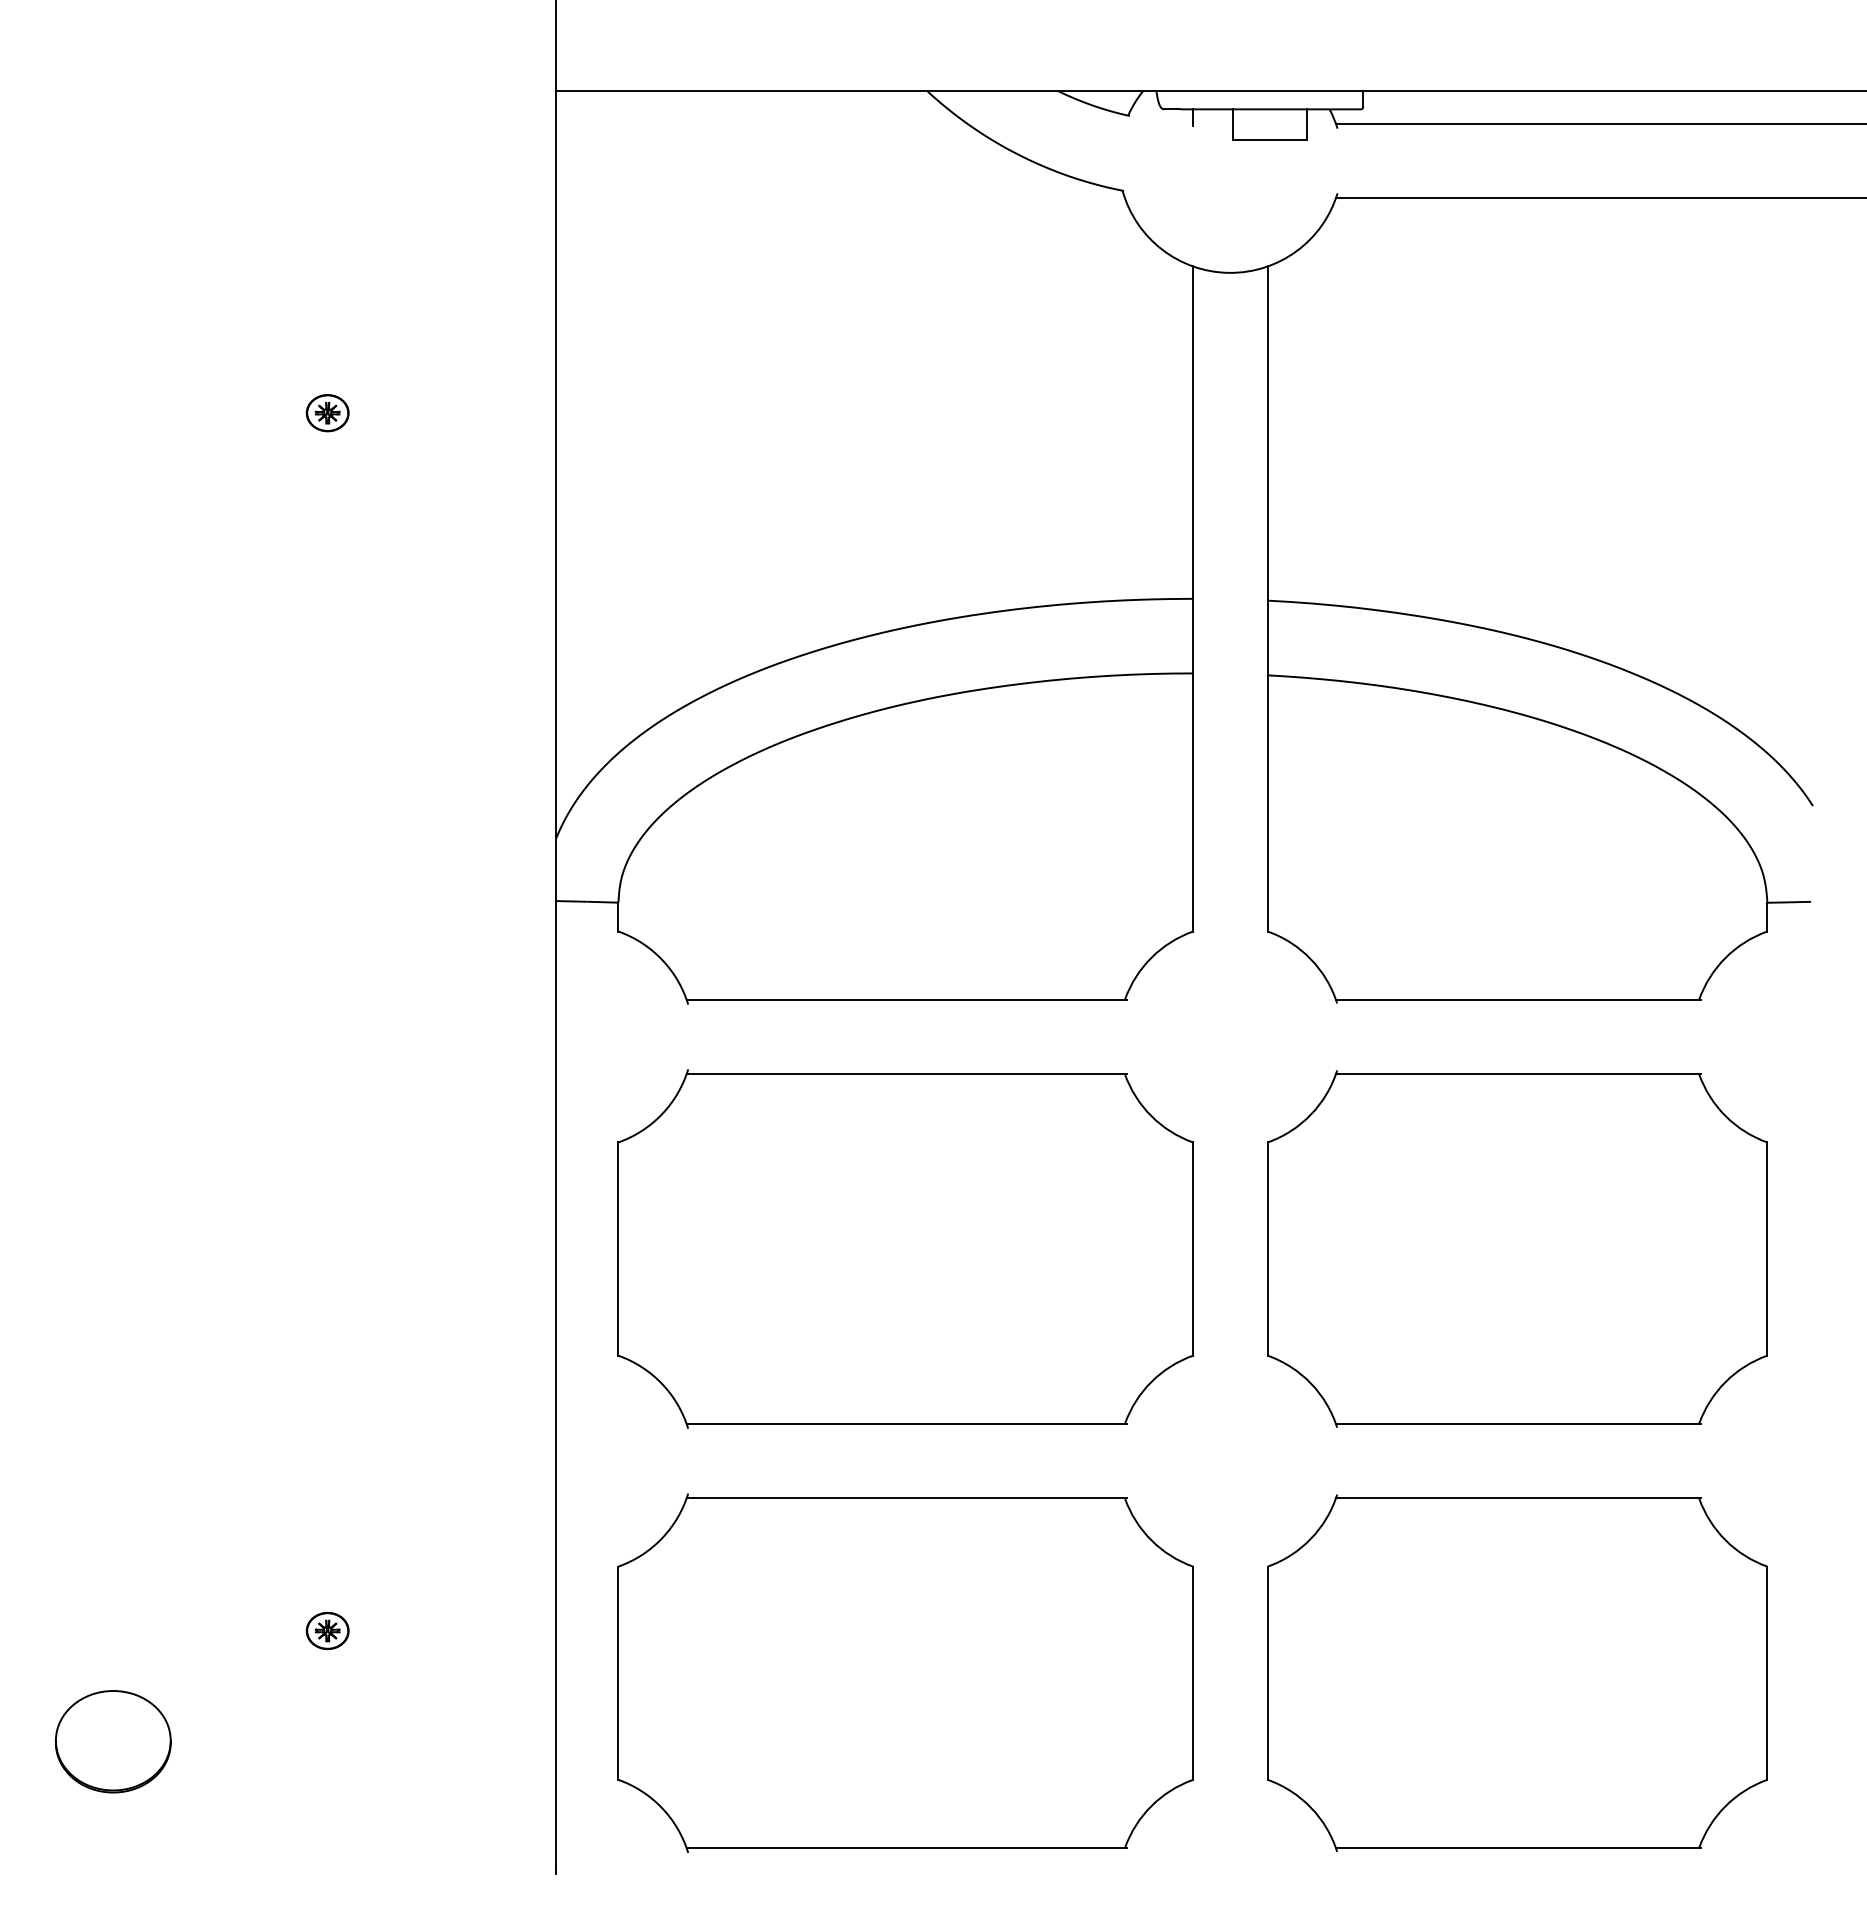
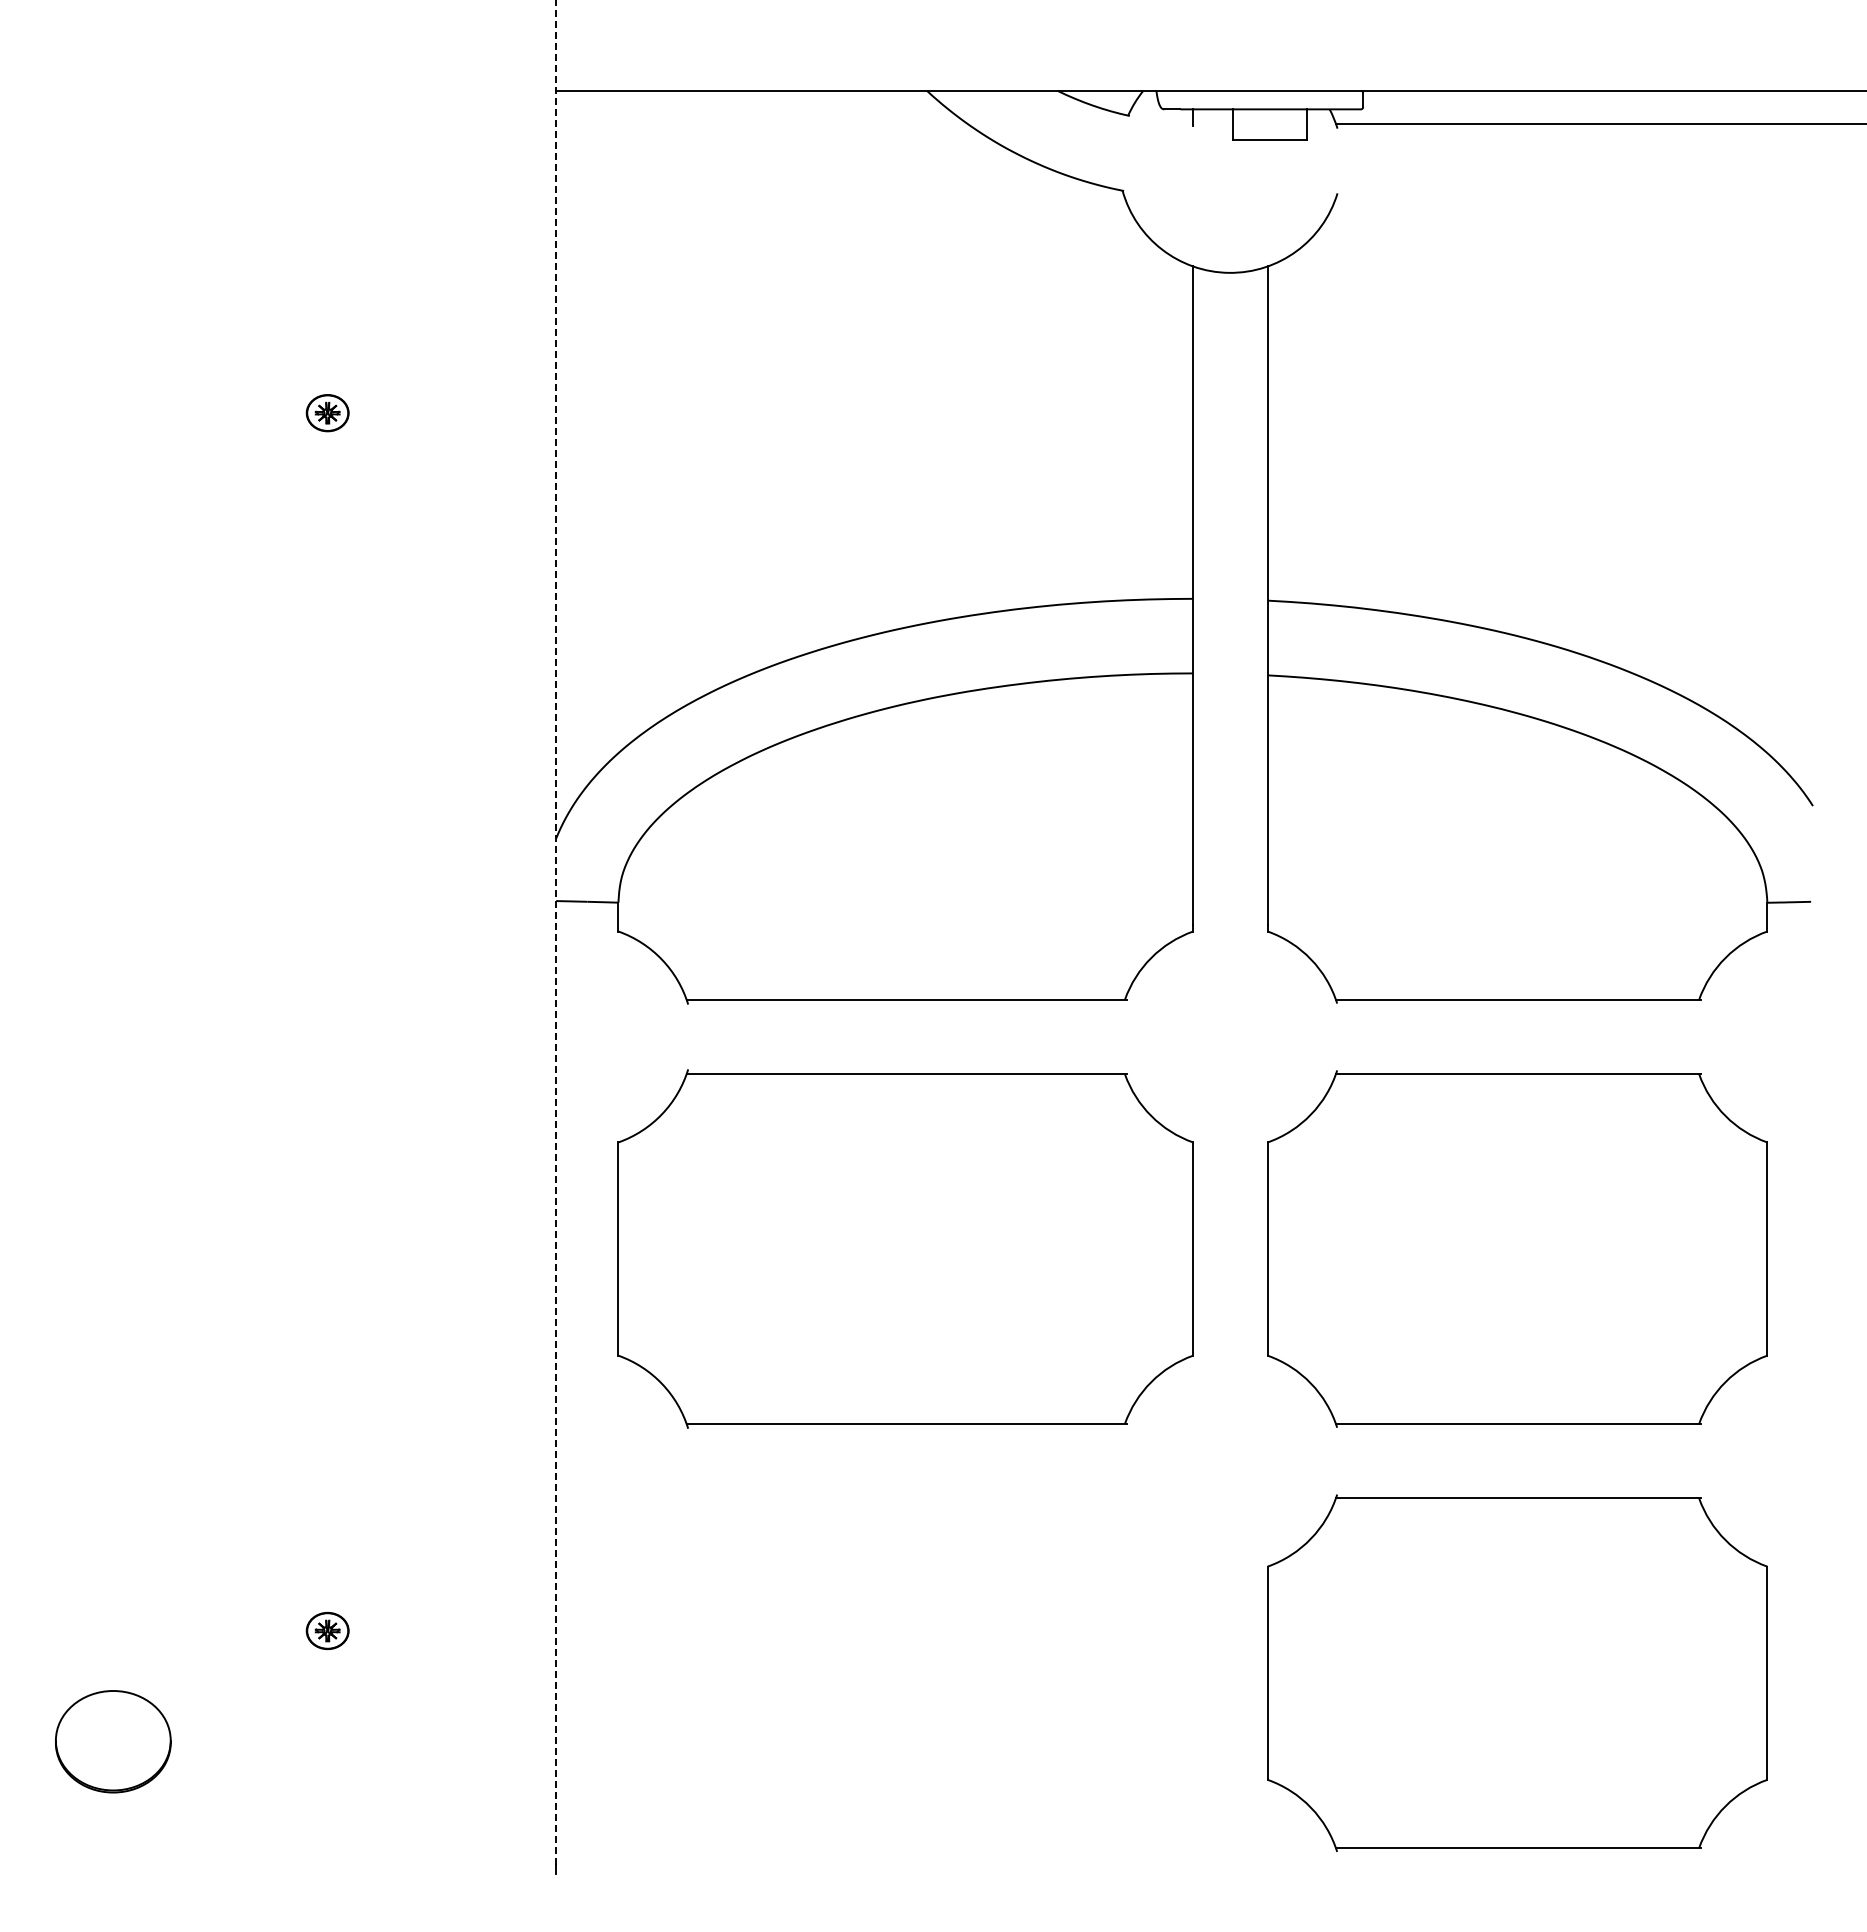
line at (1599, 198): present -> none
line at (556, 932): solid -> dashed
part at (905, 1672): present -> none
